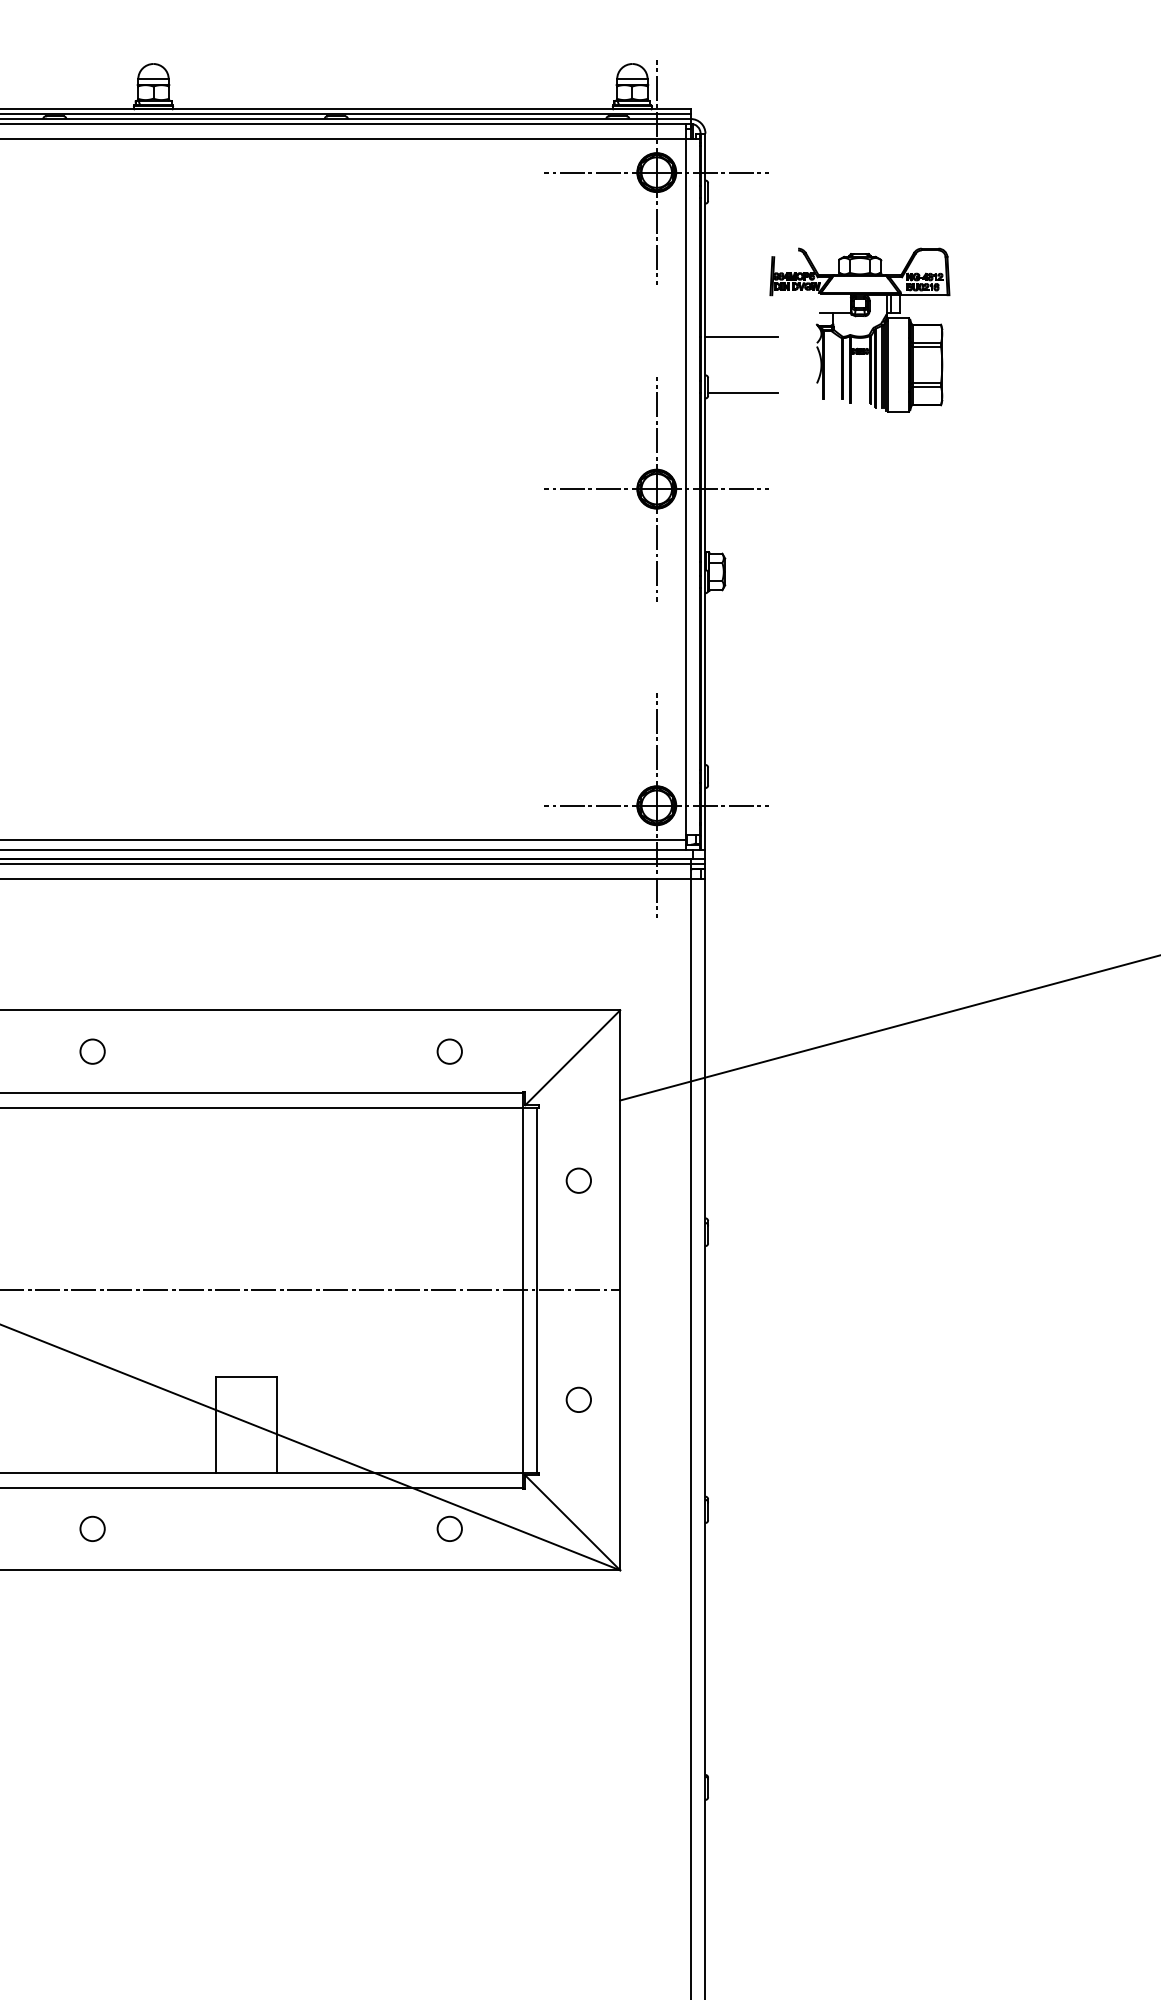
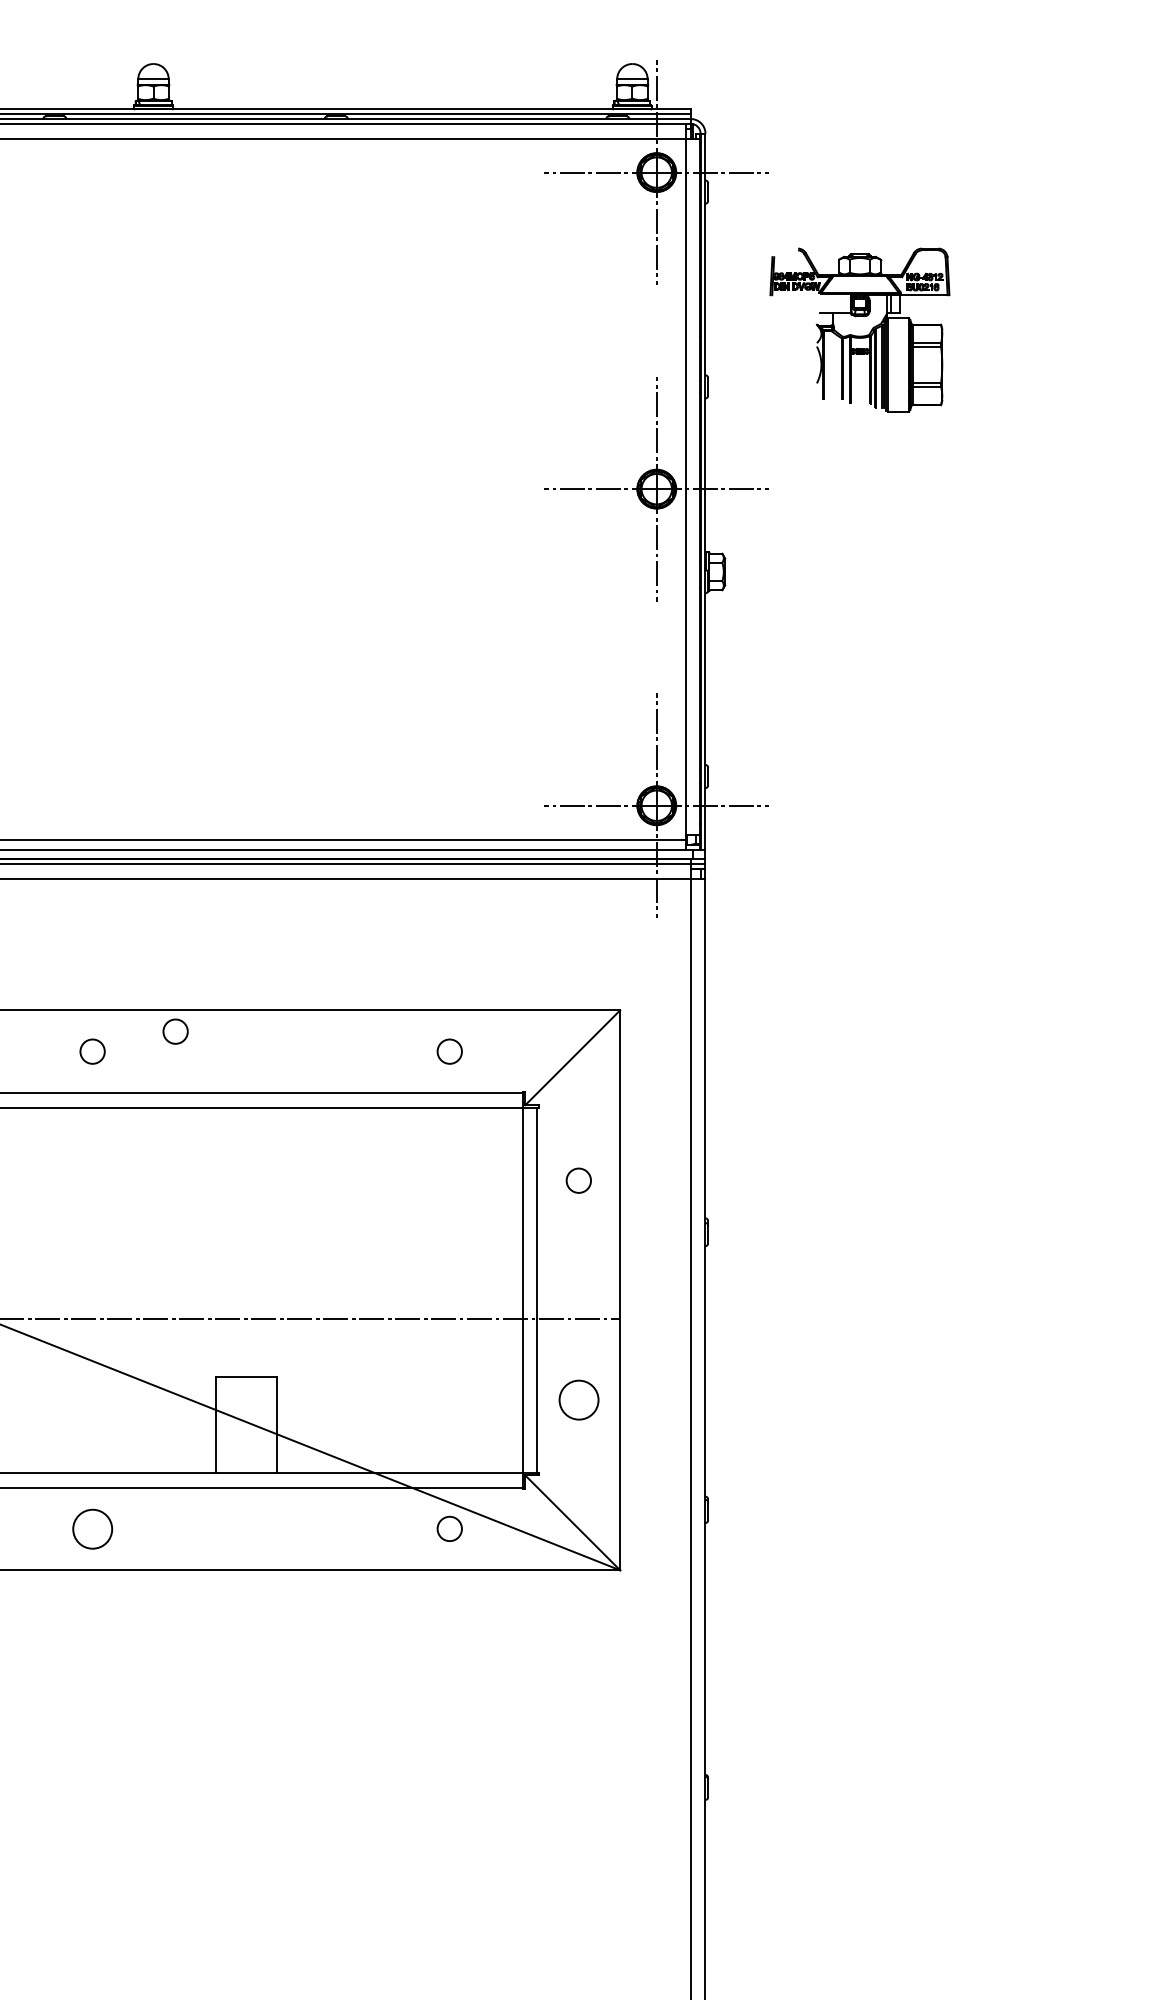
line at (741, 337): present -> none
line at (742, 392): present -> none
line at (888, 1028): present -> none
circle at (175, 1031): none -> present
line at (311, 1290) position: (311, 1290) -> (311, 1319)
circle at (578, 1399) size: 27x27 px -> 42x42 px
circle at (92, 1528) size: 27x27 px -> 42x42 px
